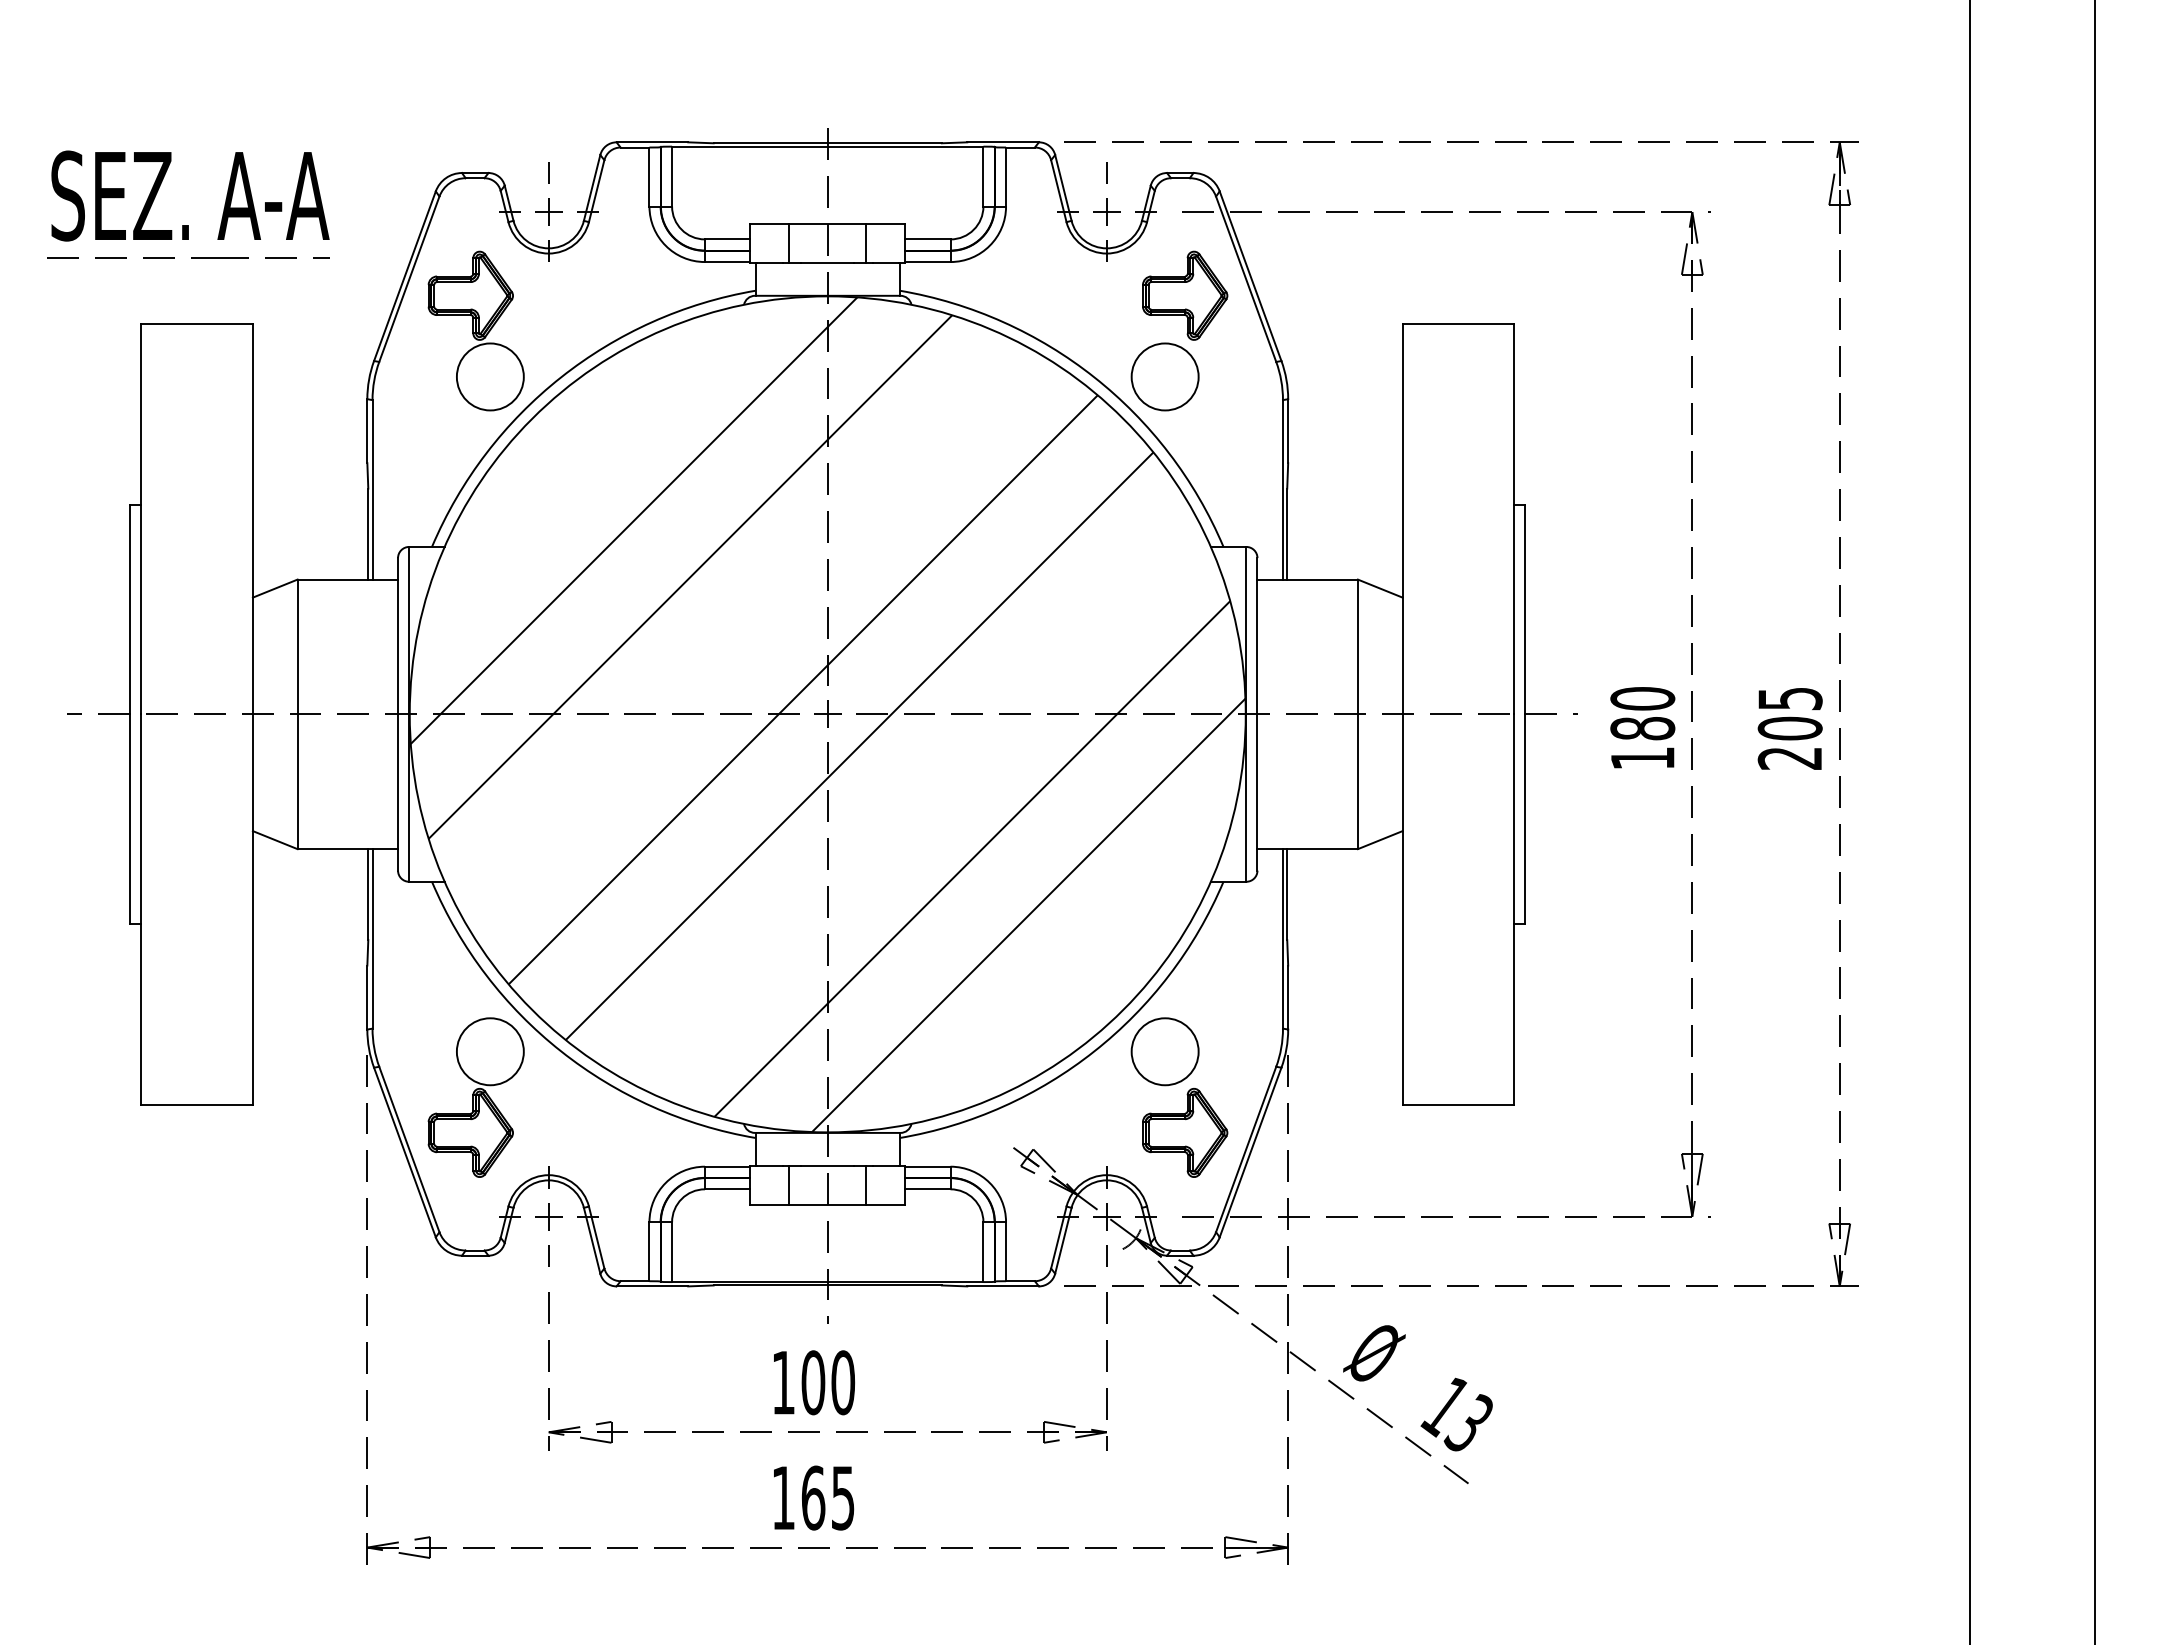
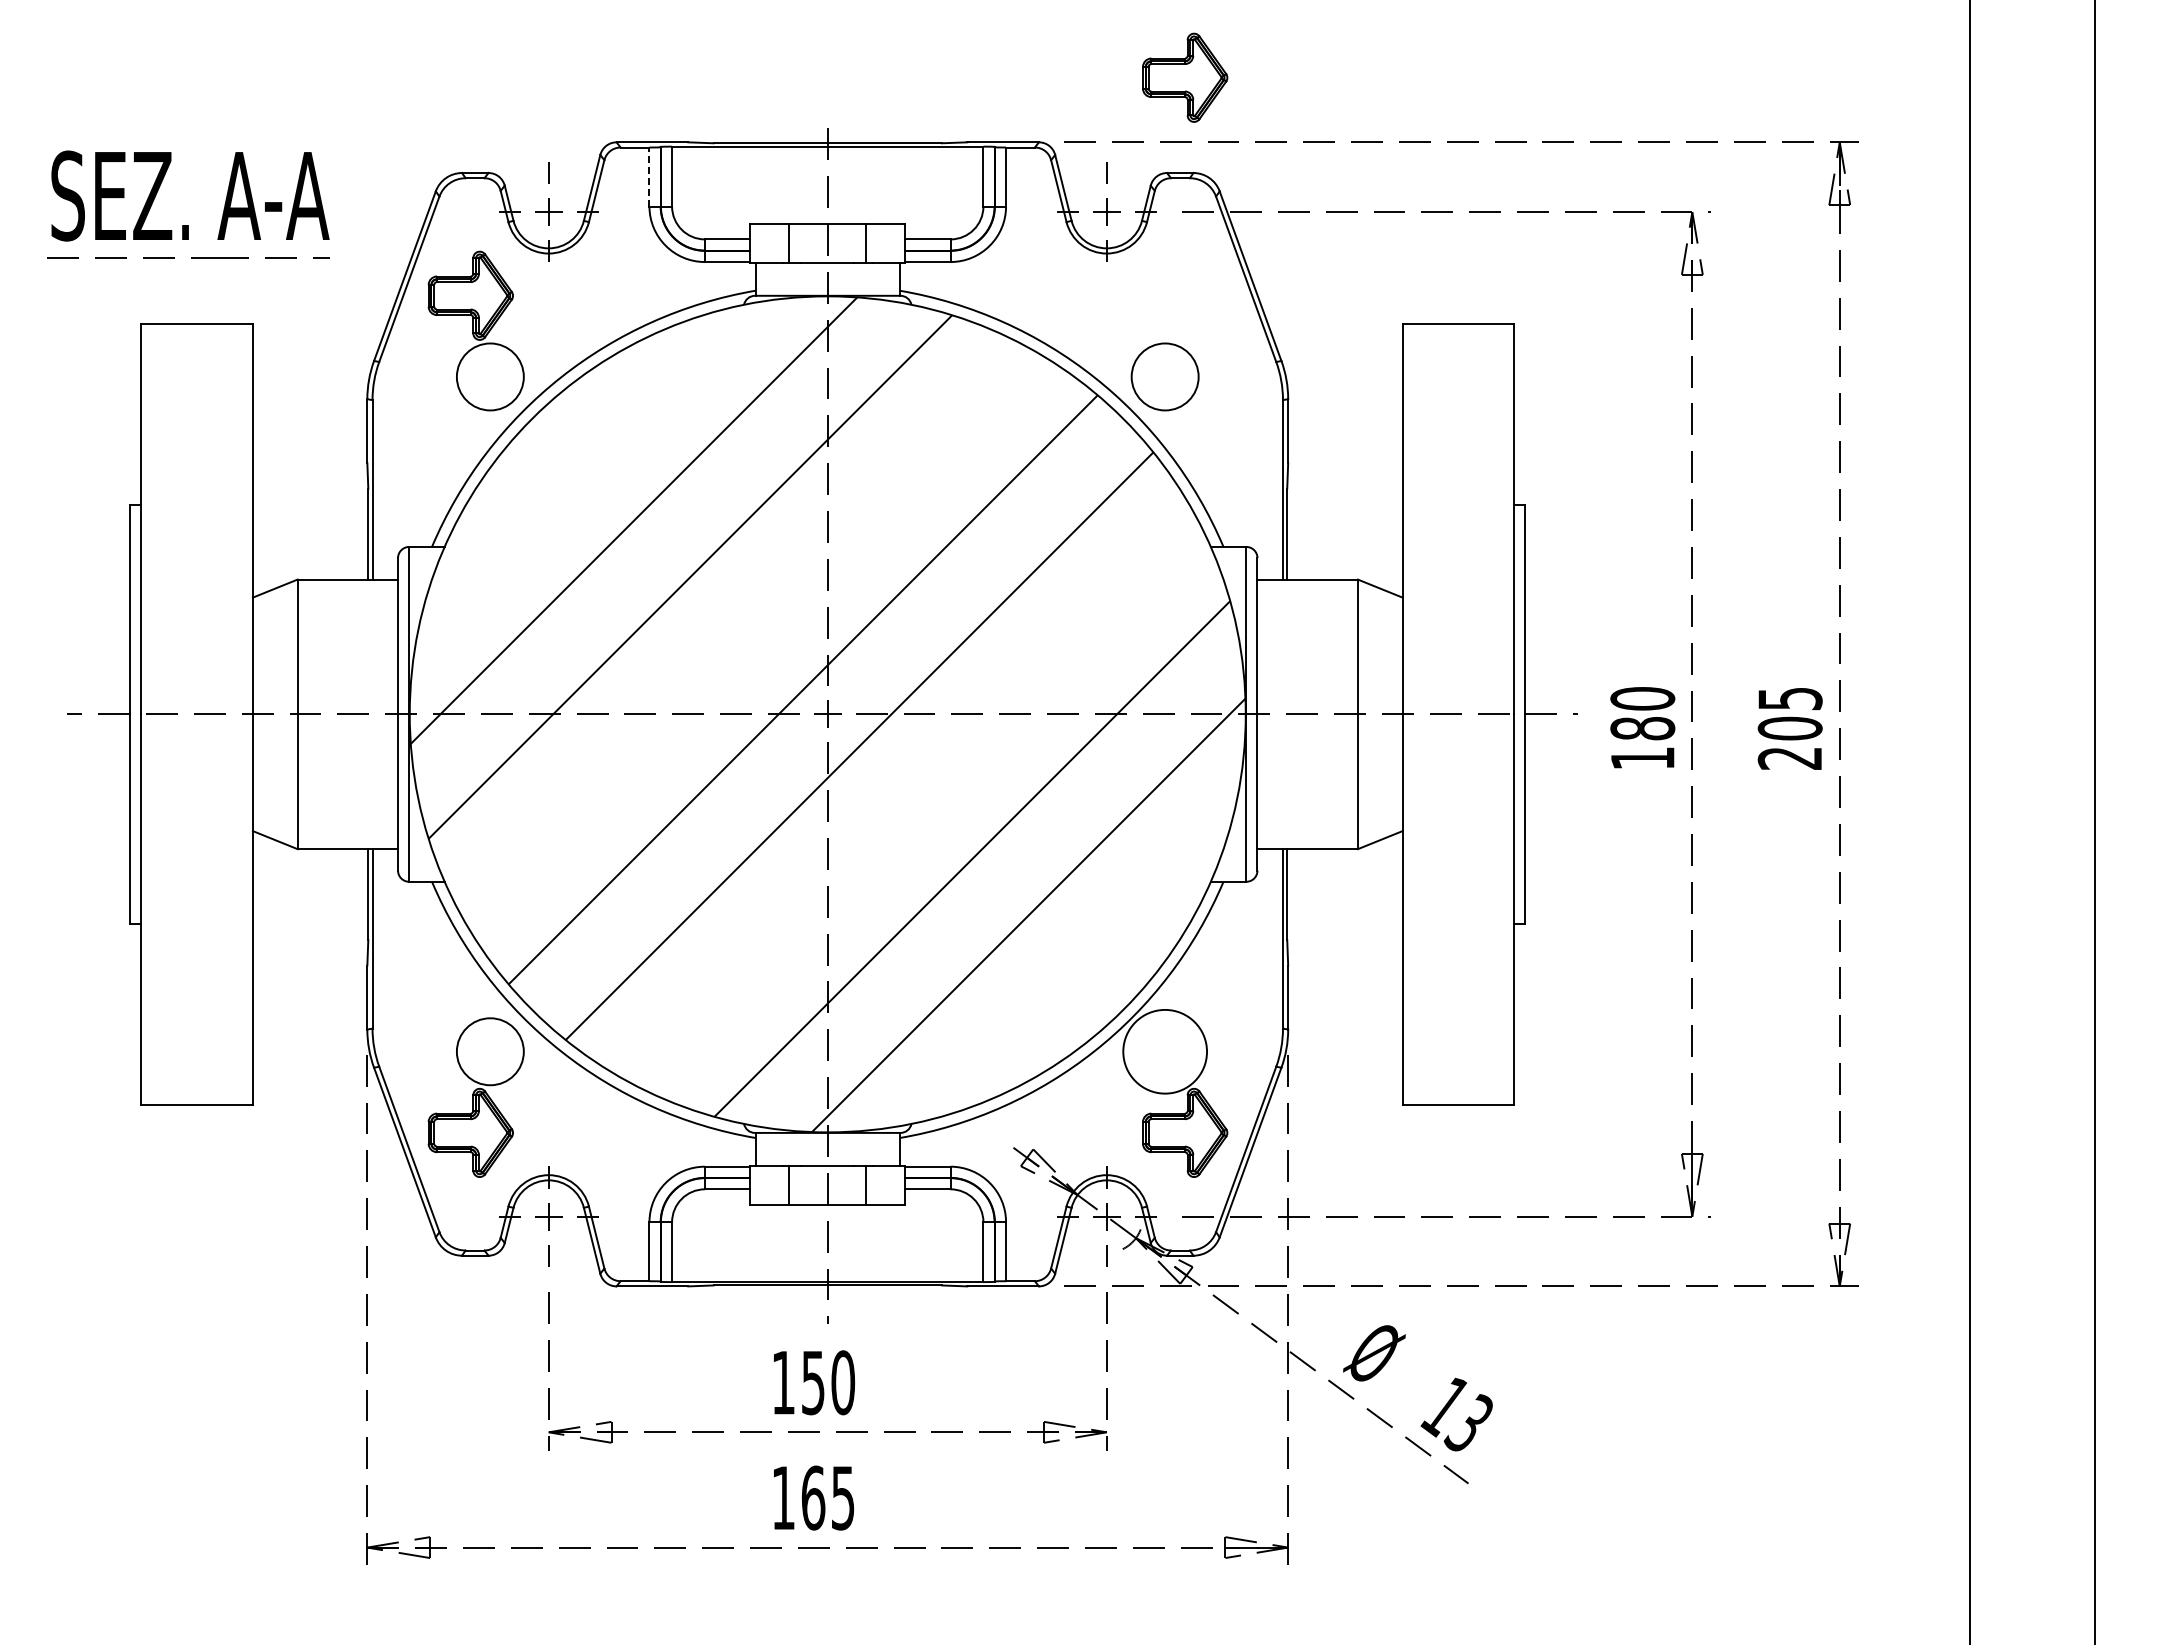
line at (649, 176): solid -> dashed
part at (1185, 295) position: (1185, 295) -> (1185, 77)
circle at (1164, 1051) diameter: 67 px -> 84 px
text at (813, 1382): 100 -> 150
